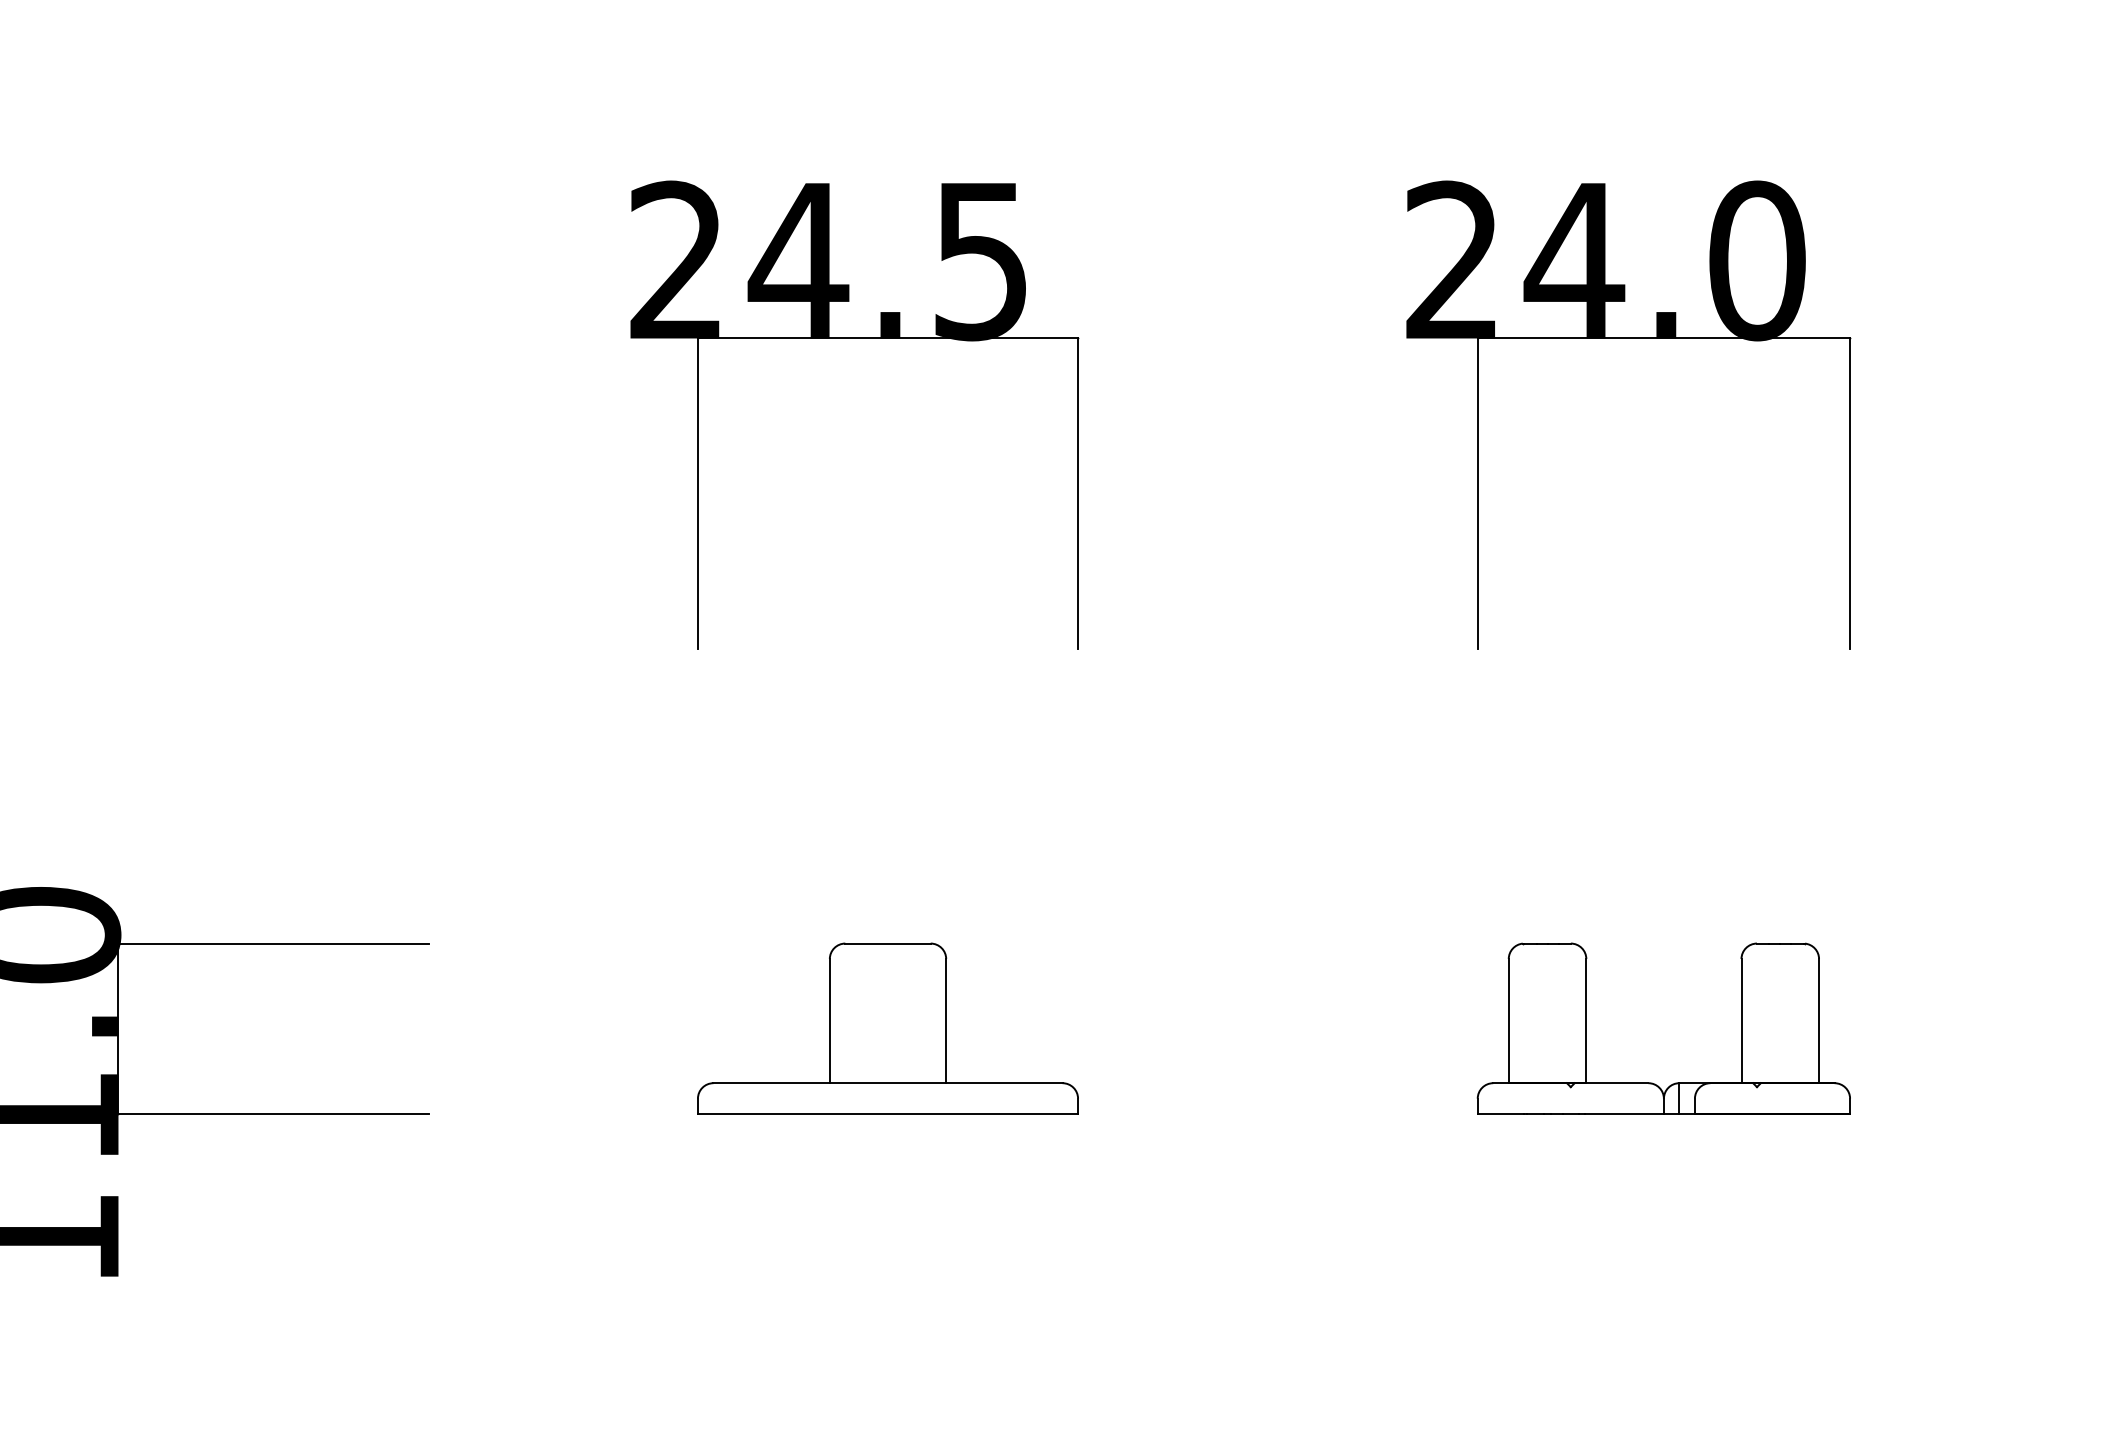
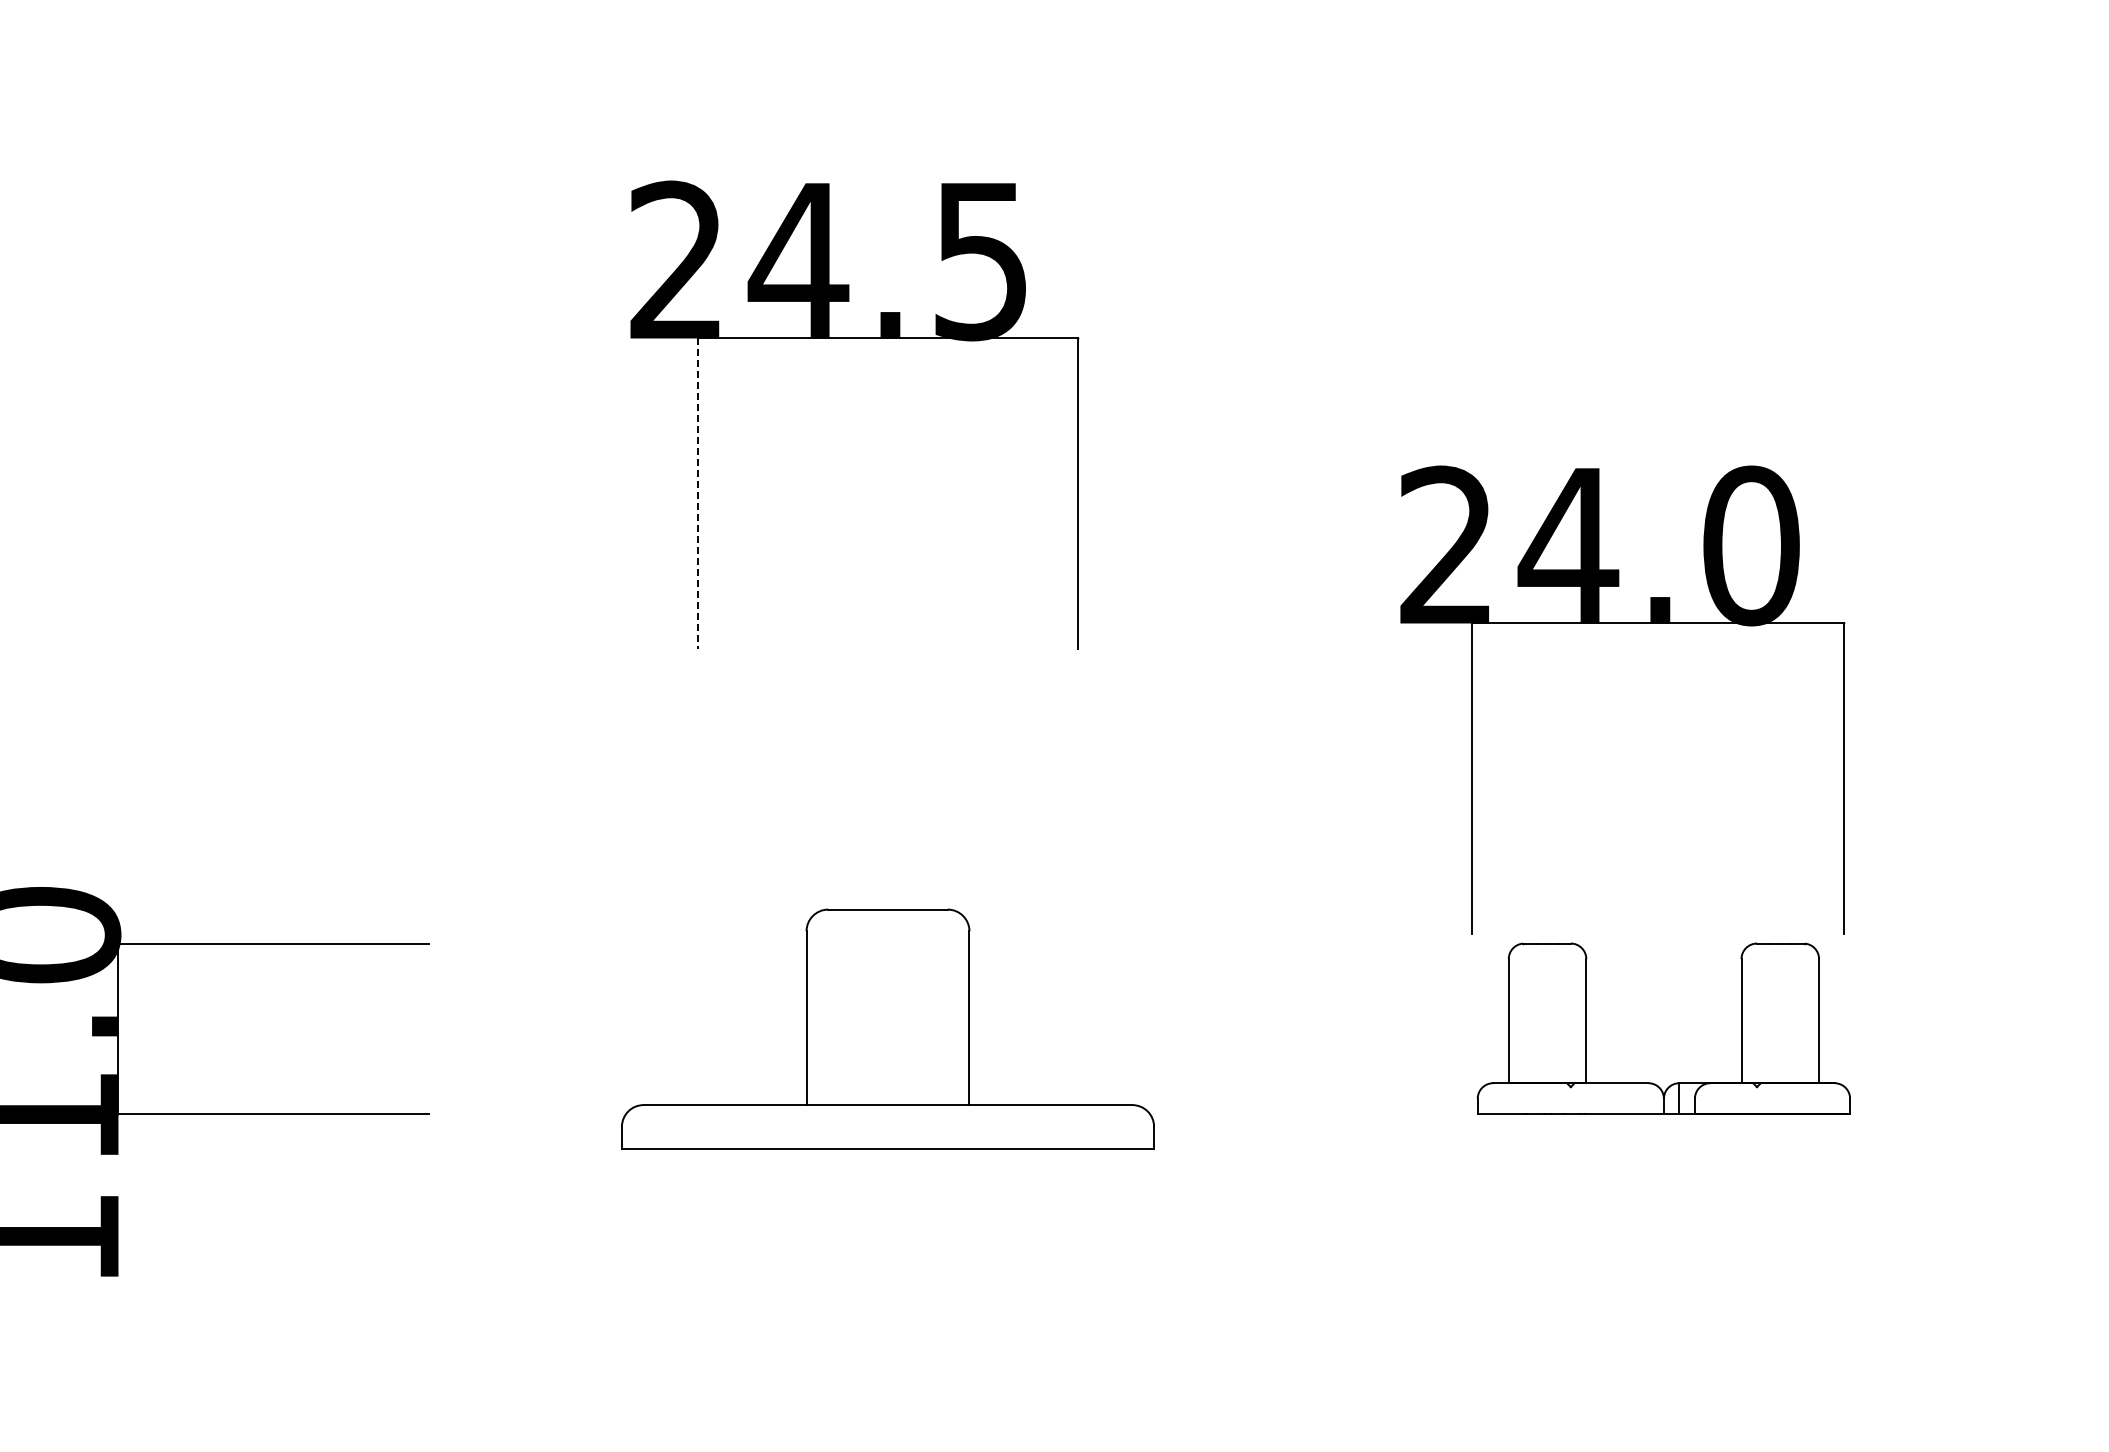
part at (1628, 338) position: (1628, 338) -> (1622, 623)
line at (697, 494): solid -> dashed
part at (887, 1028) size: 382x173 px -> 534x242 px
